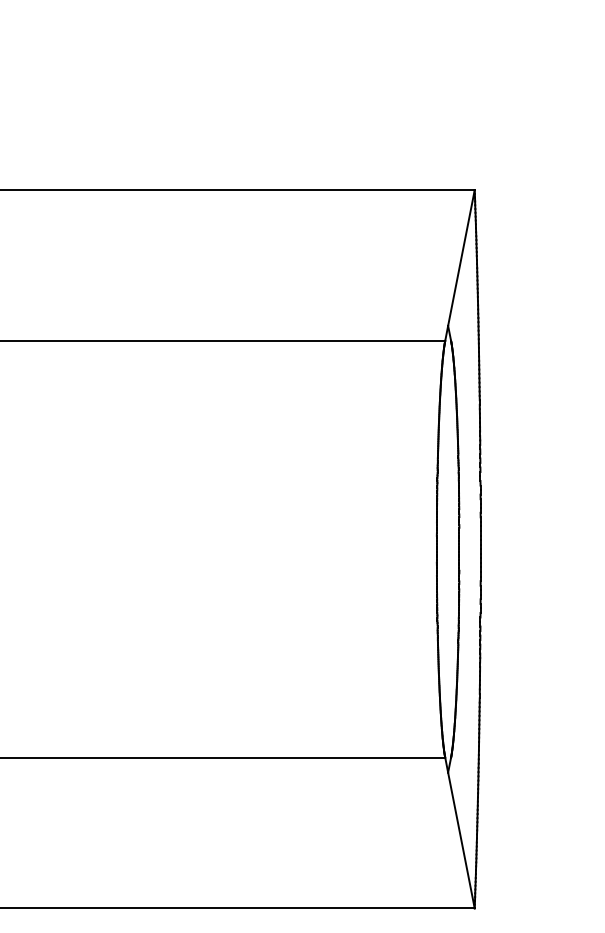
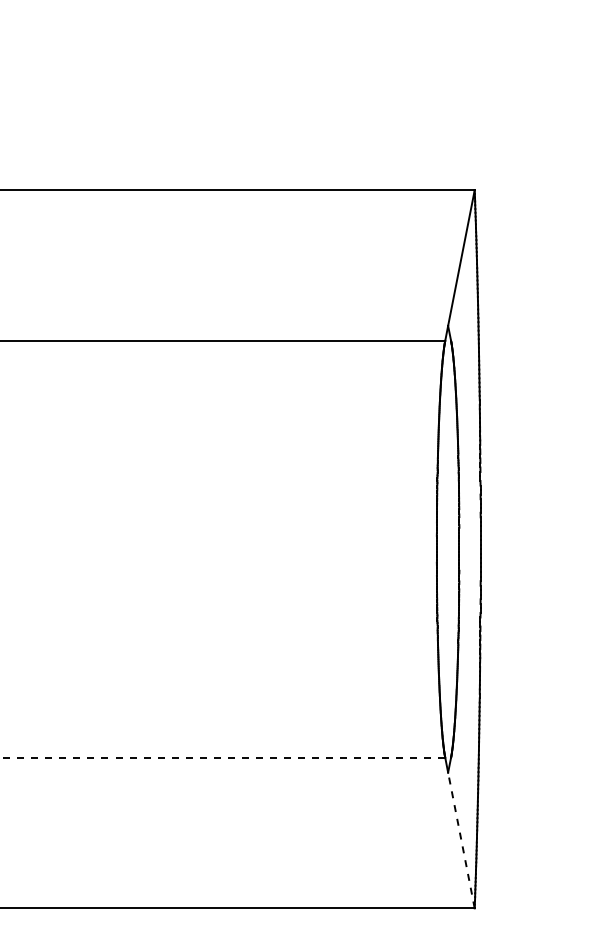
line at (222, 757): solid -> dashed
line at (461, 840): solid -> dashed
